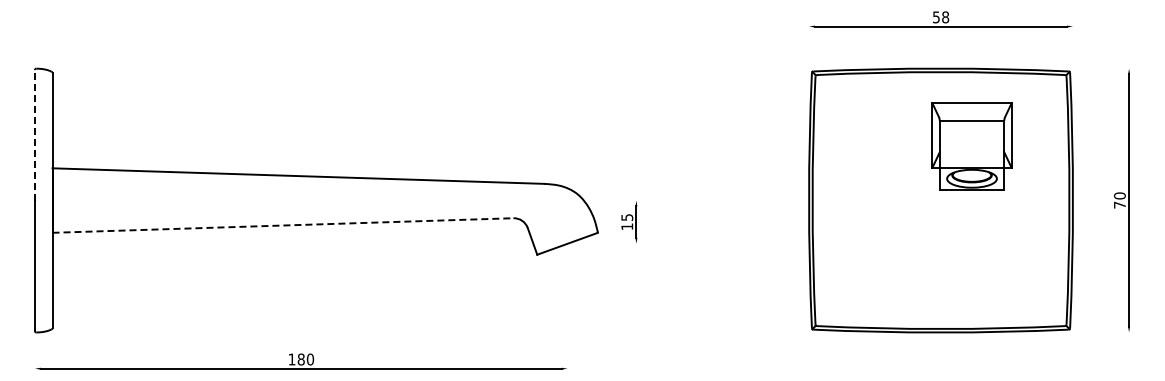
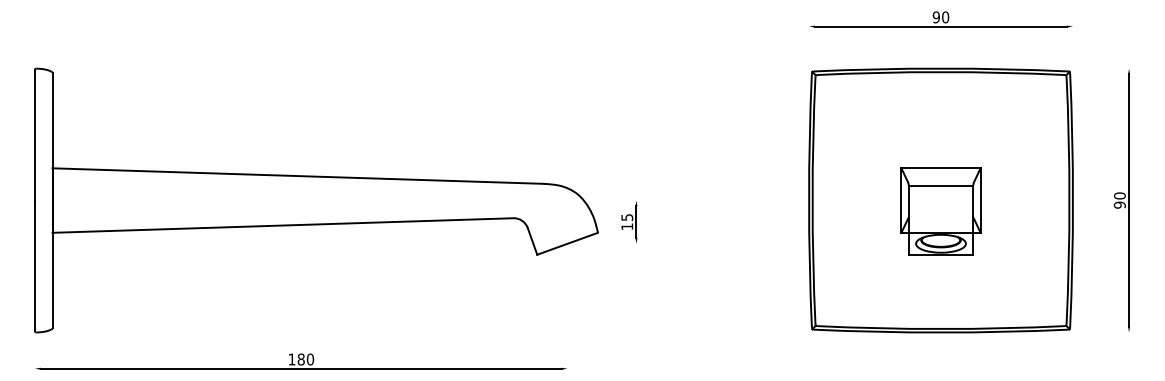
text at (940, 17): 58 -> 90
line at (34, 134): dashed -> solid
part at (971, 146) position: (971, 146) -> (940, 211)
text at (1119, 204): 70 -> 90
line at (283, 225): dashed -> solid
